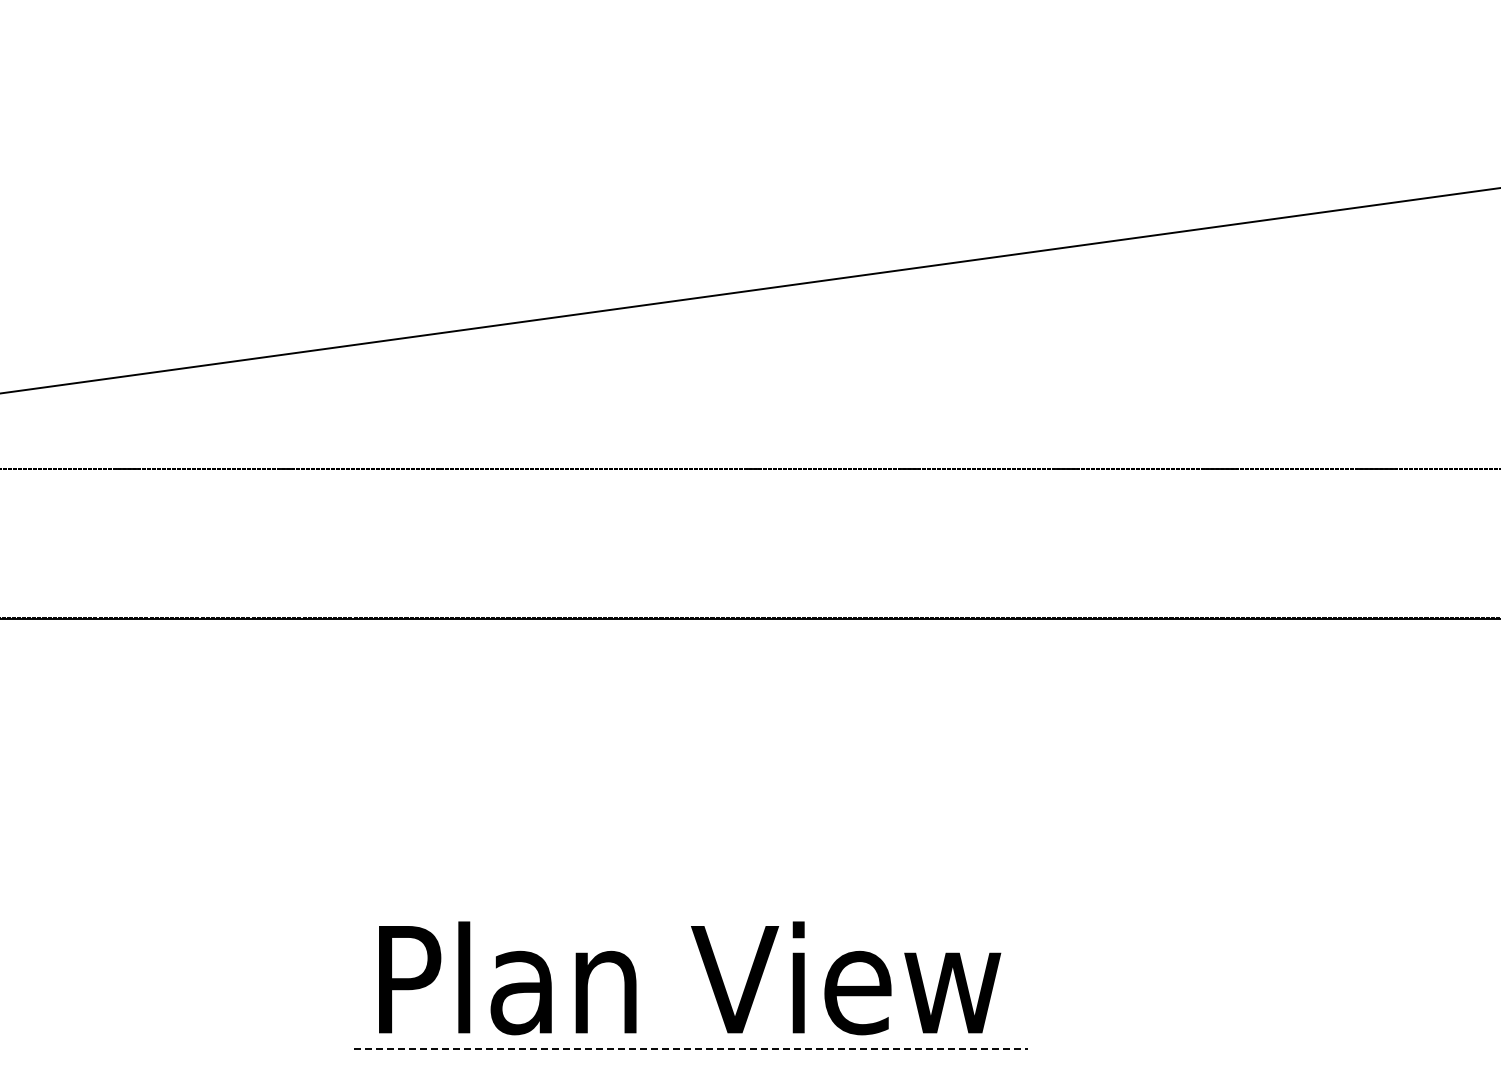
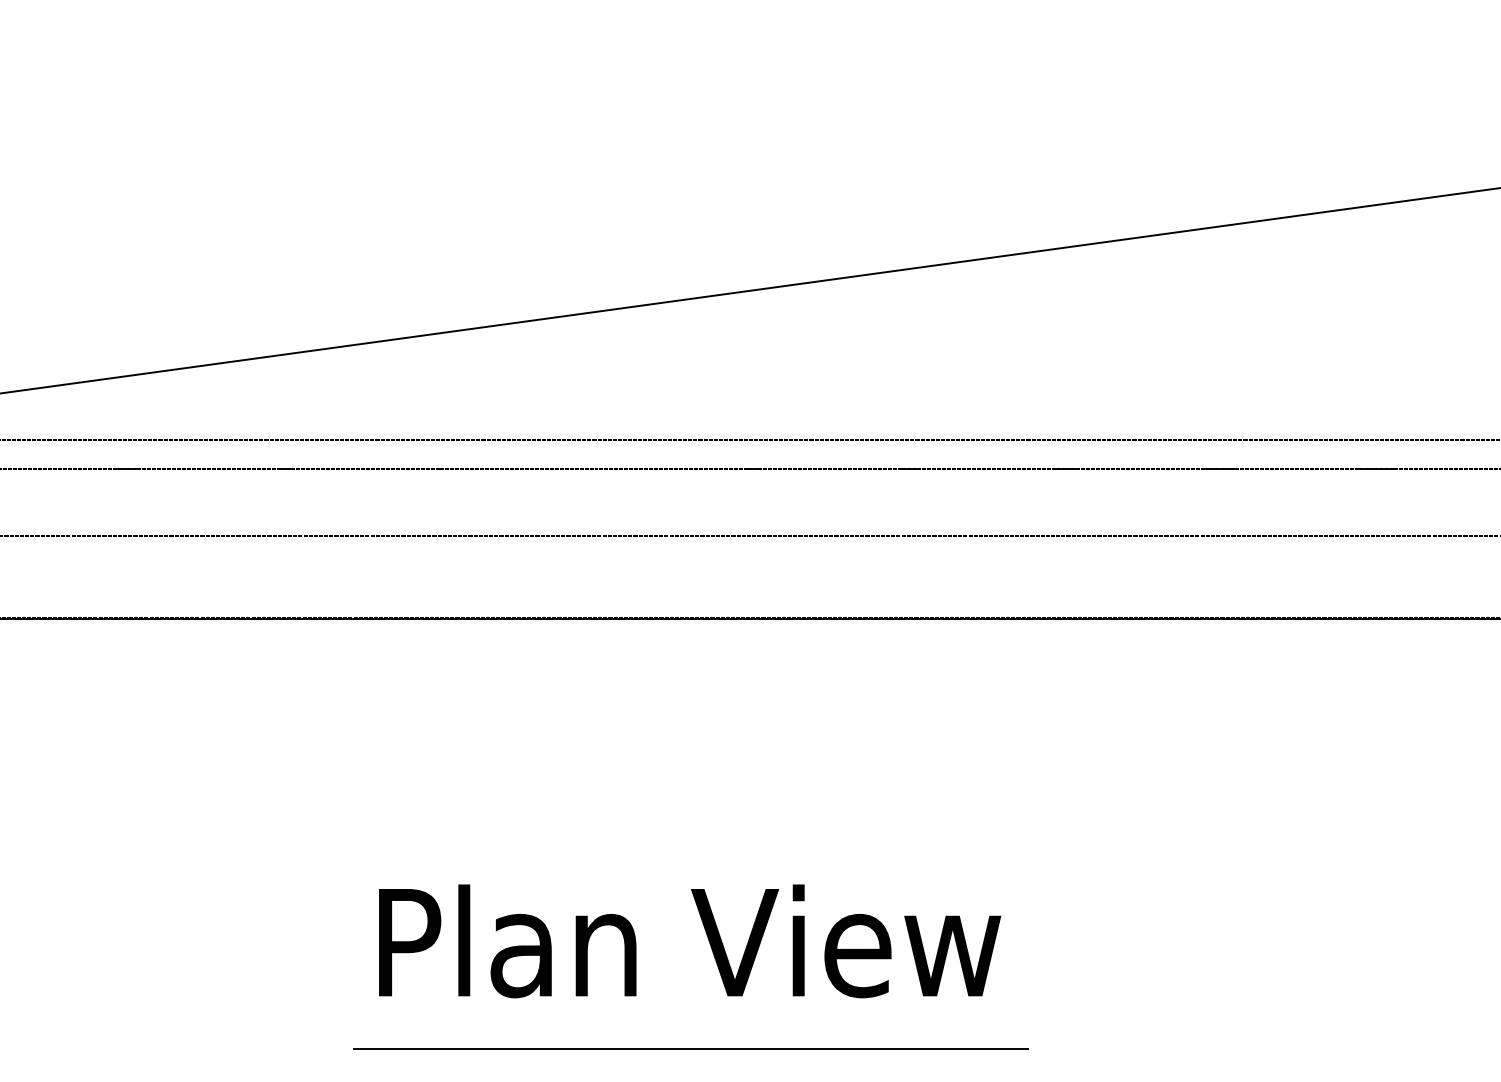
line at (749, 439): none -> present
line at (749, 536): none -> present
text at (690, 978) position: (690, 978) -> (690, 941)
line at (690, 1049): dashed -> solid
